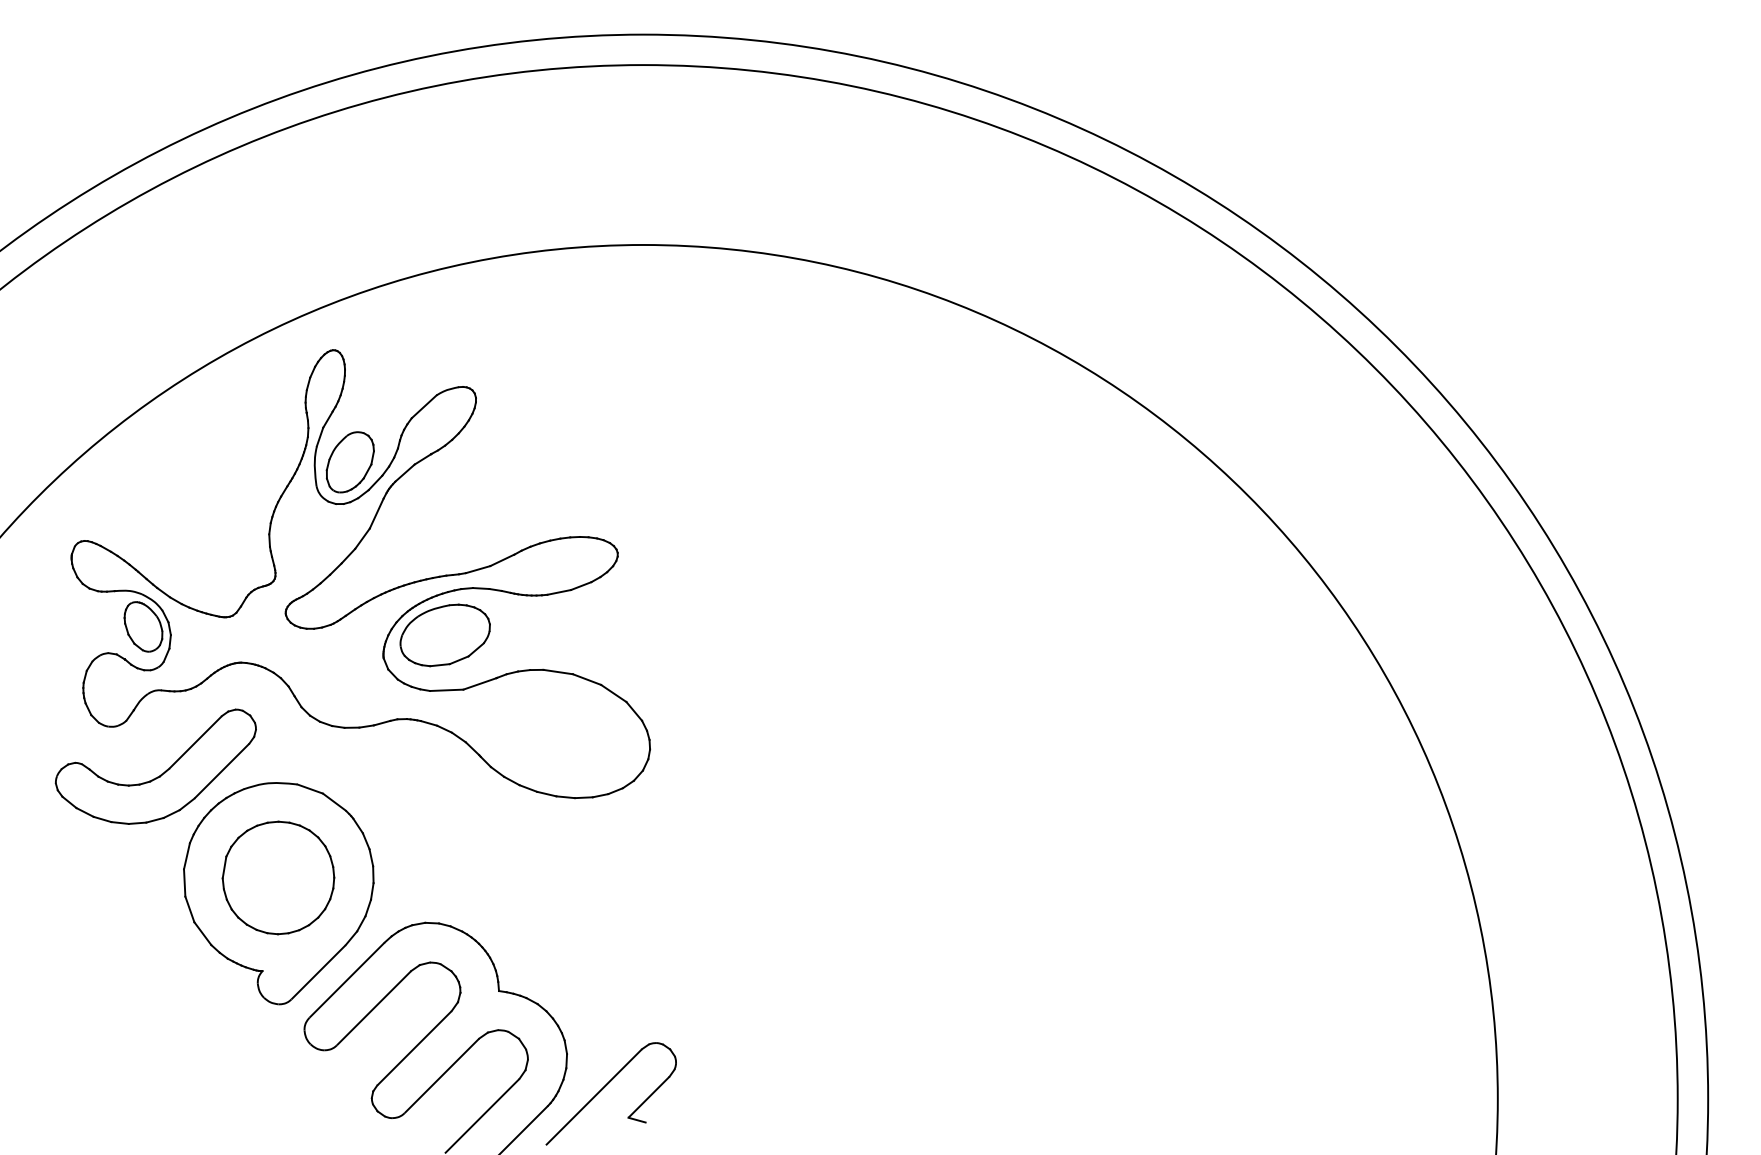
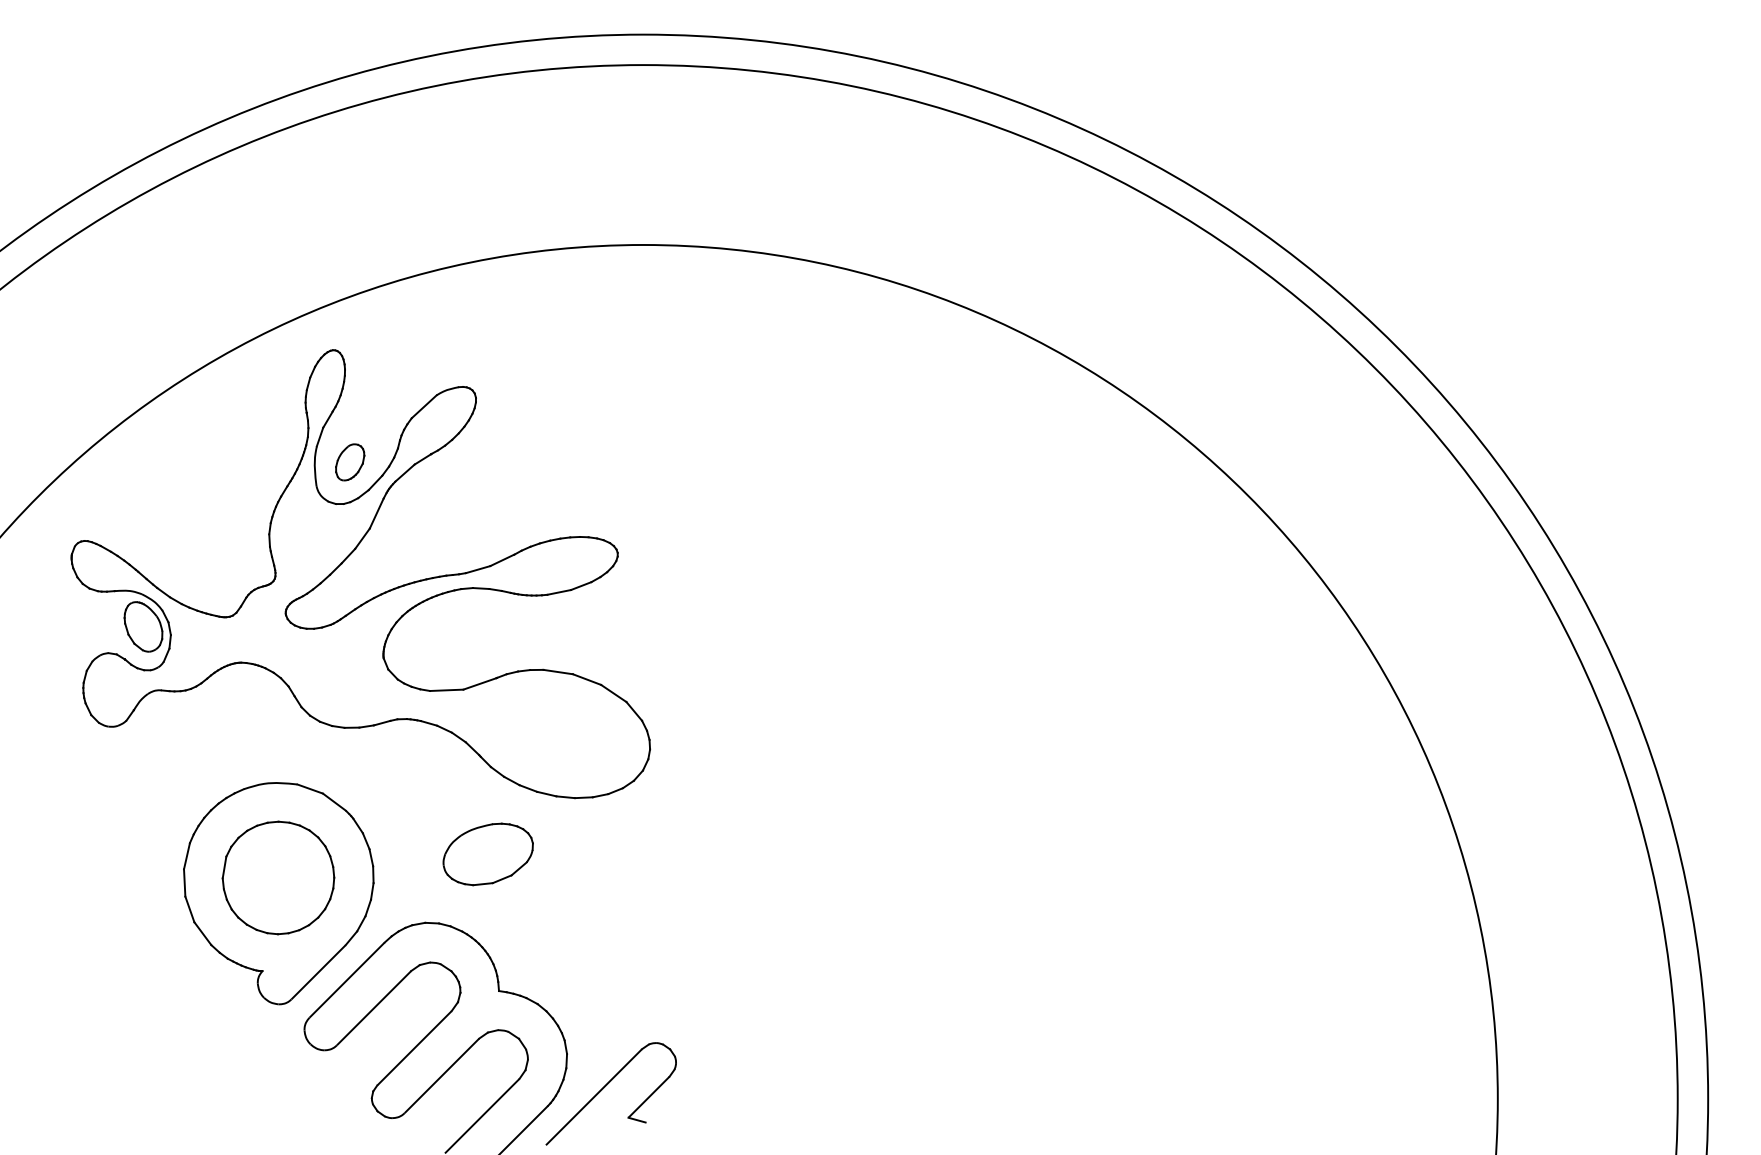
part at (349, 462) size: 50x63 px -> 31x39 px
part at (444, 635) position: (444, 635) -> (487, 854)
part at (161, 773): present -> none
